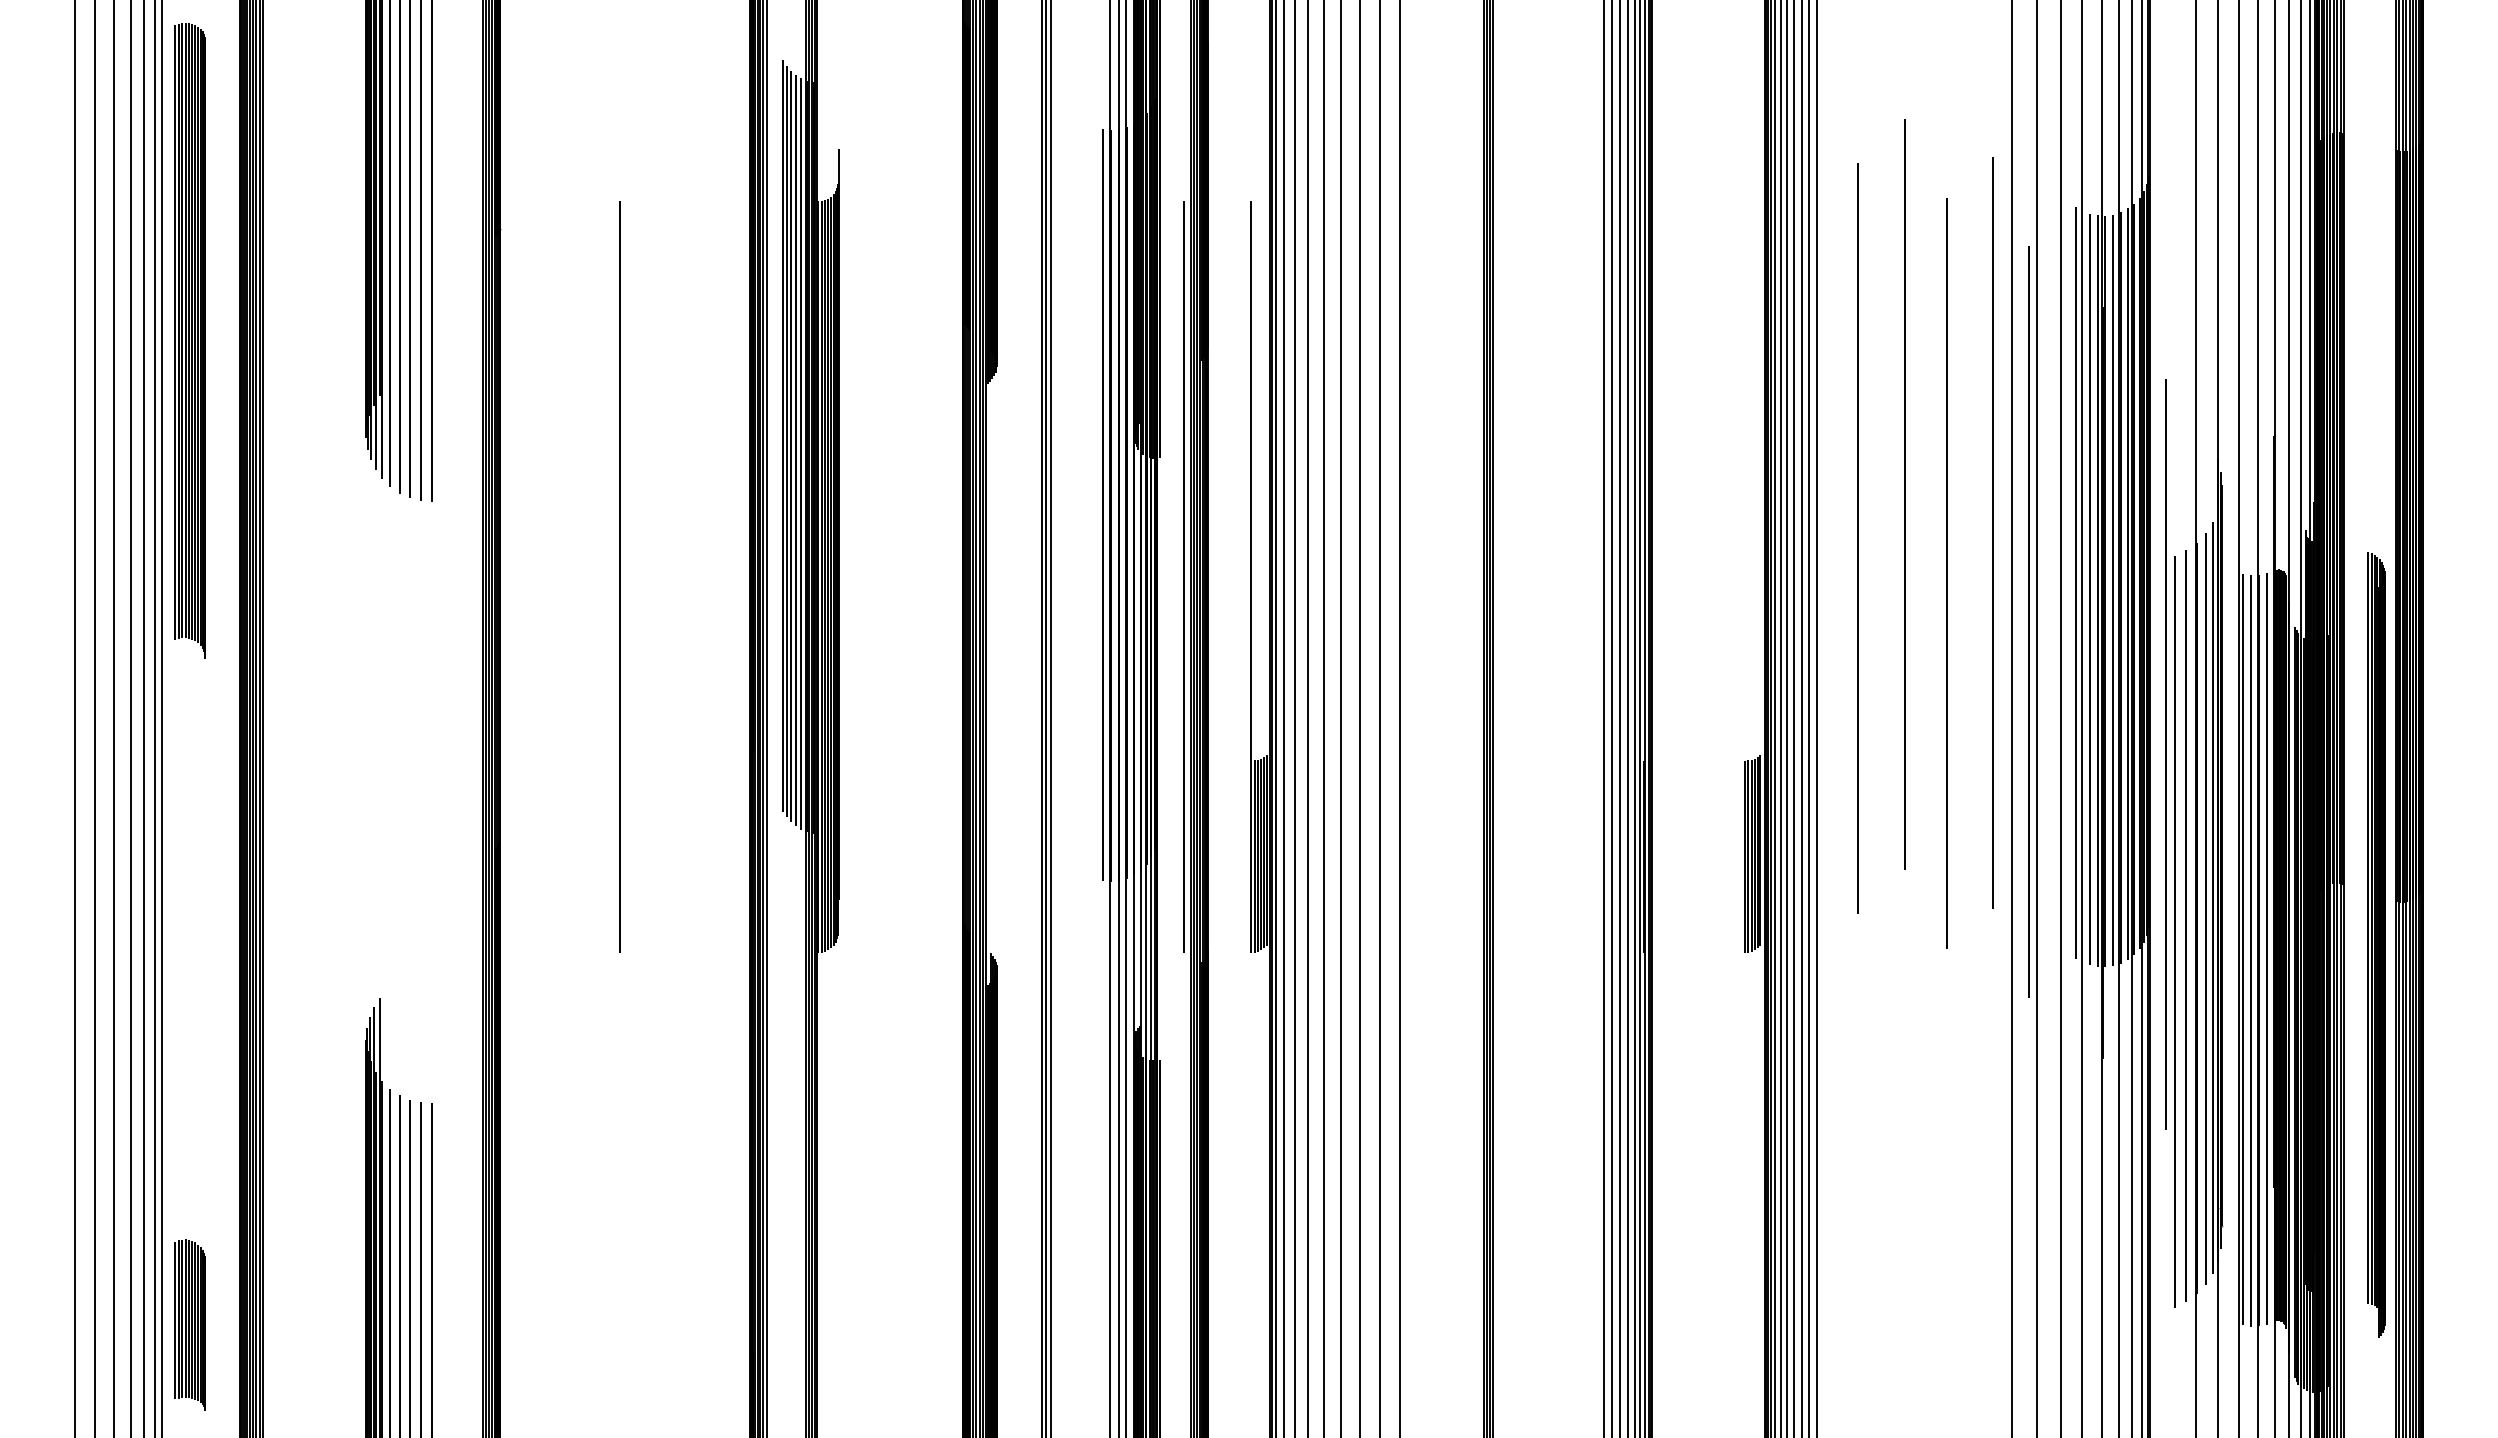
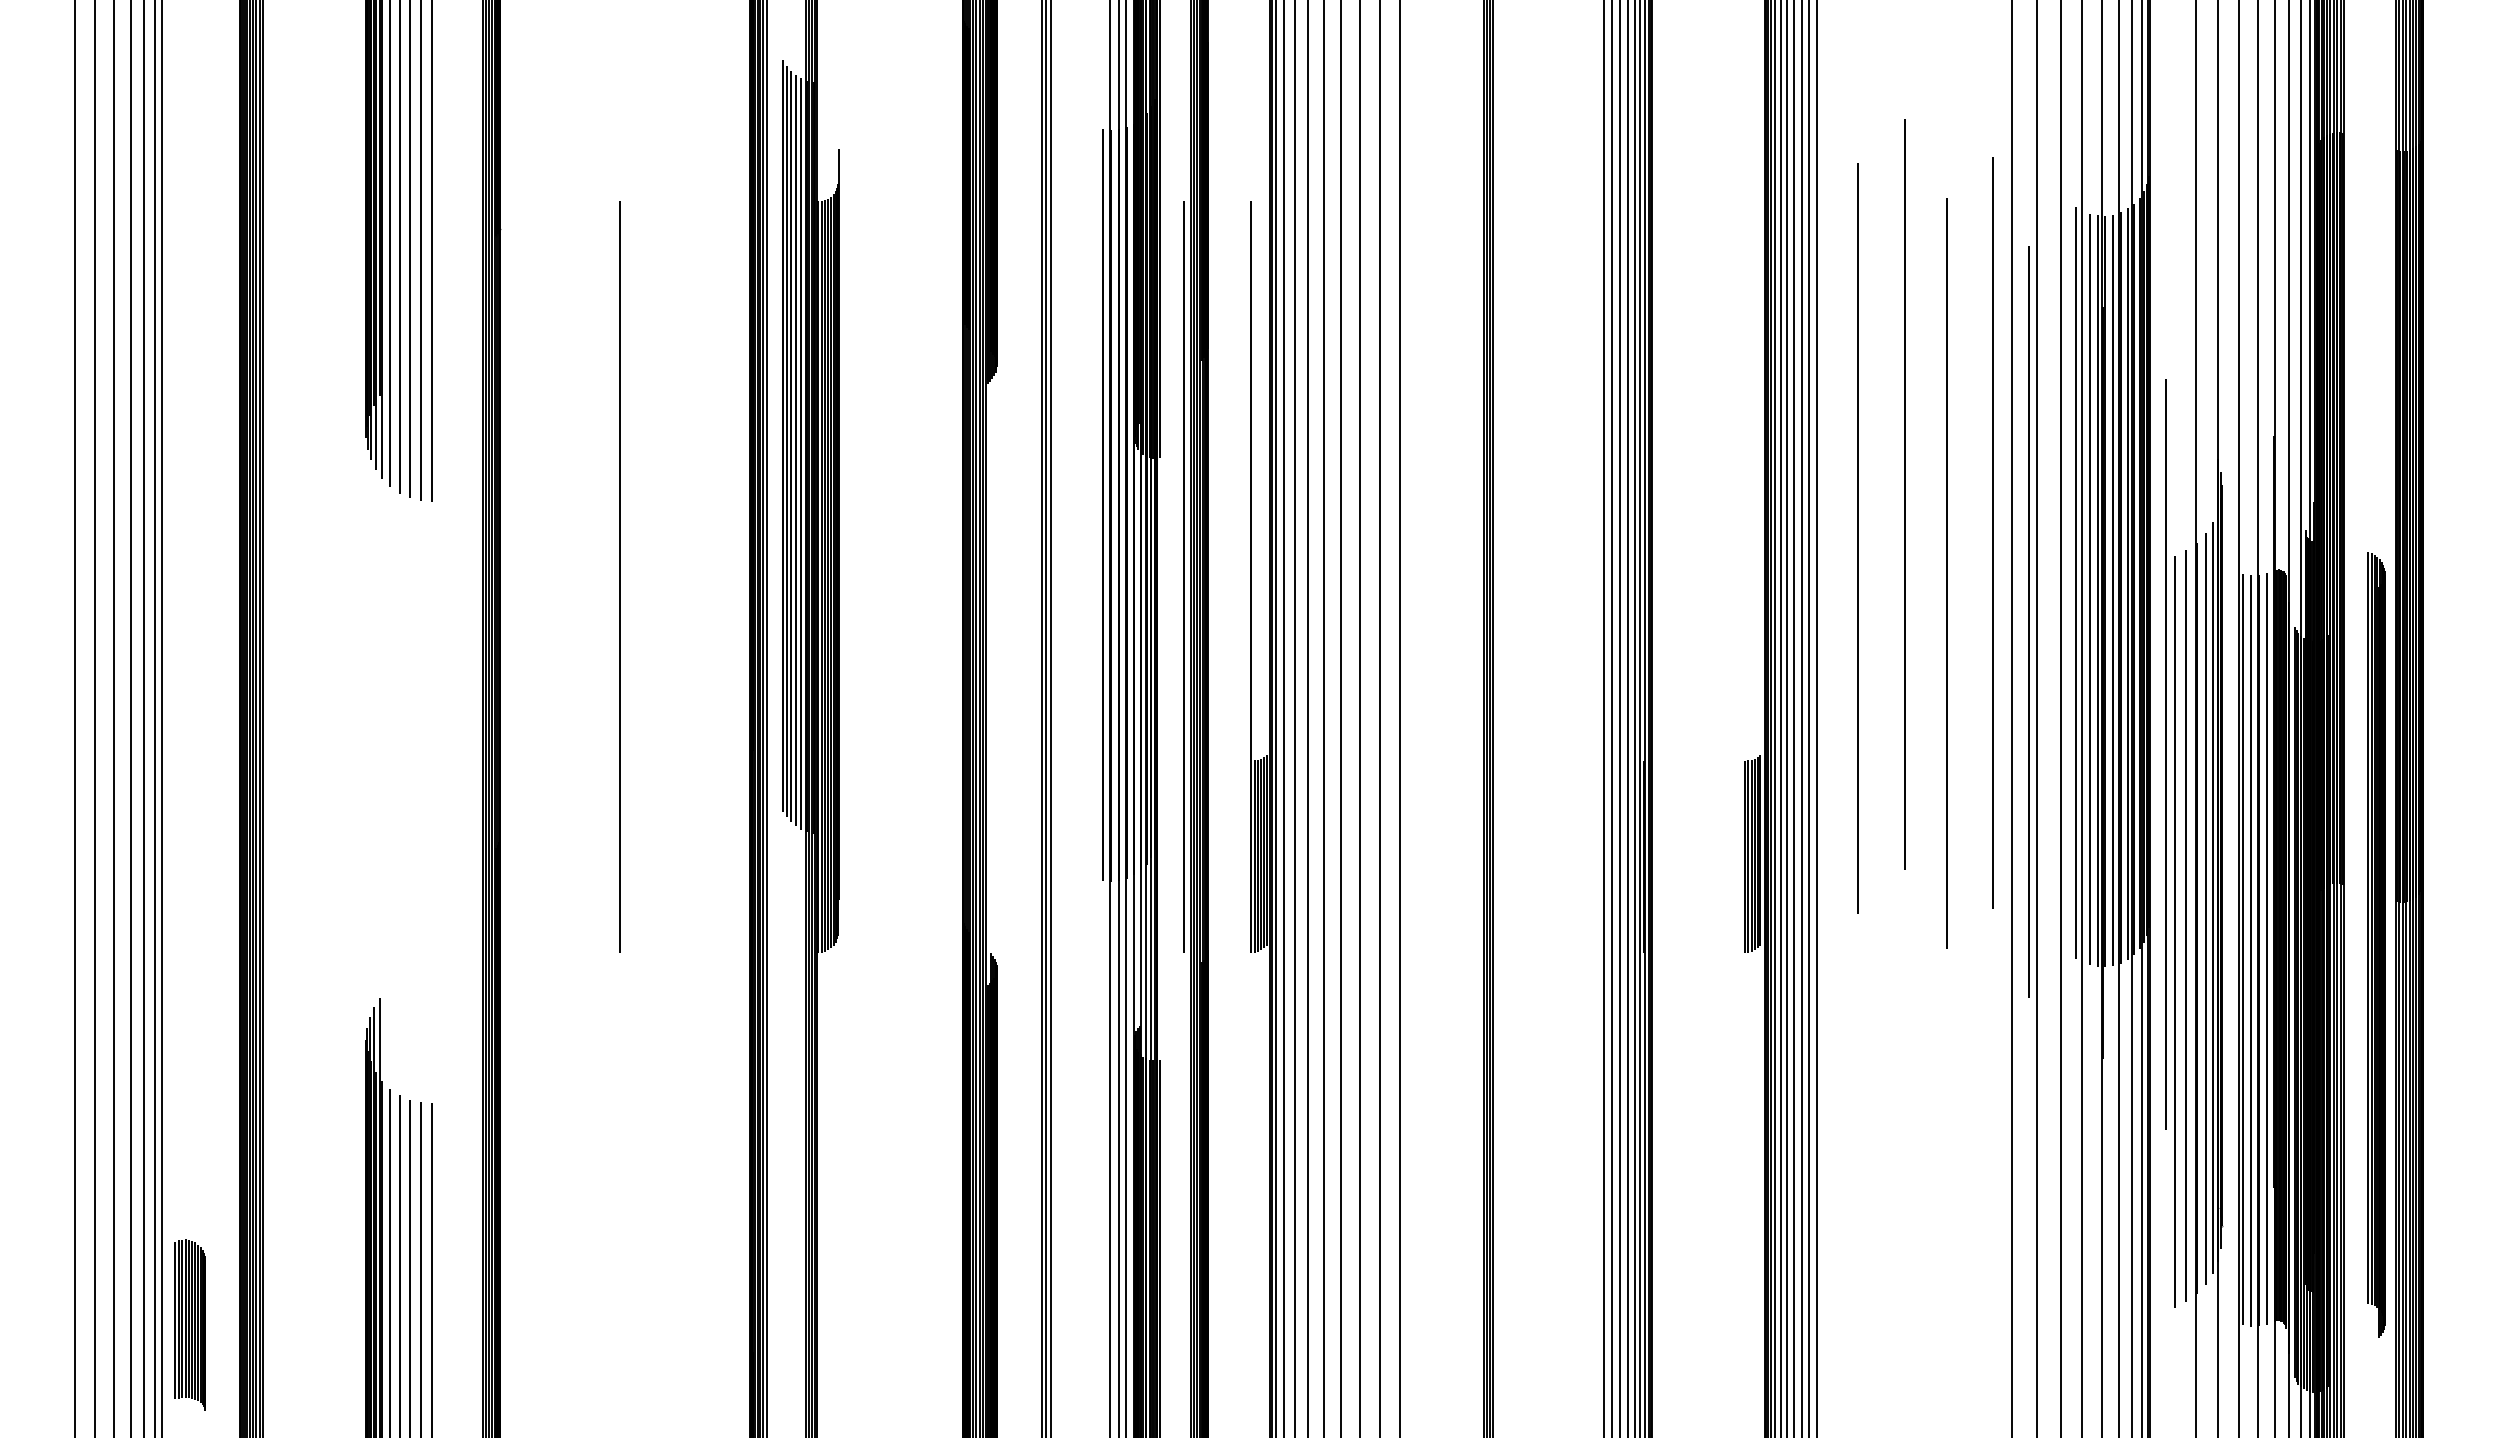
part at (189, 340): present -> none
